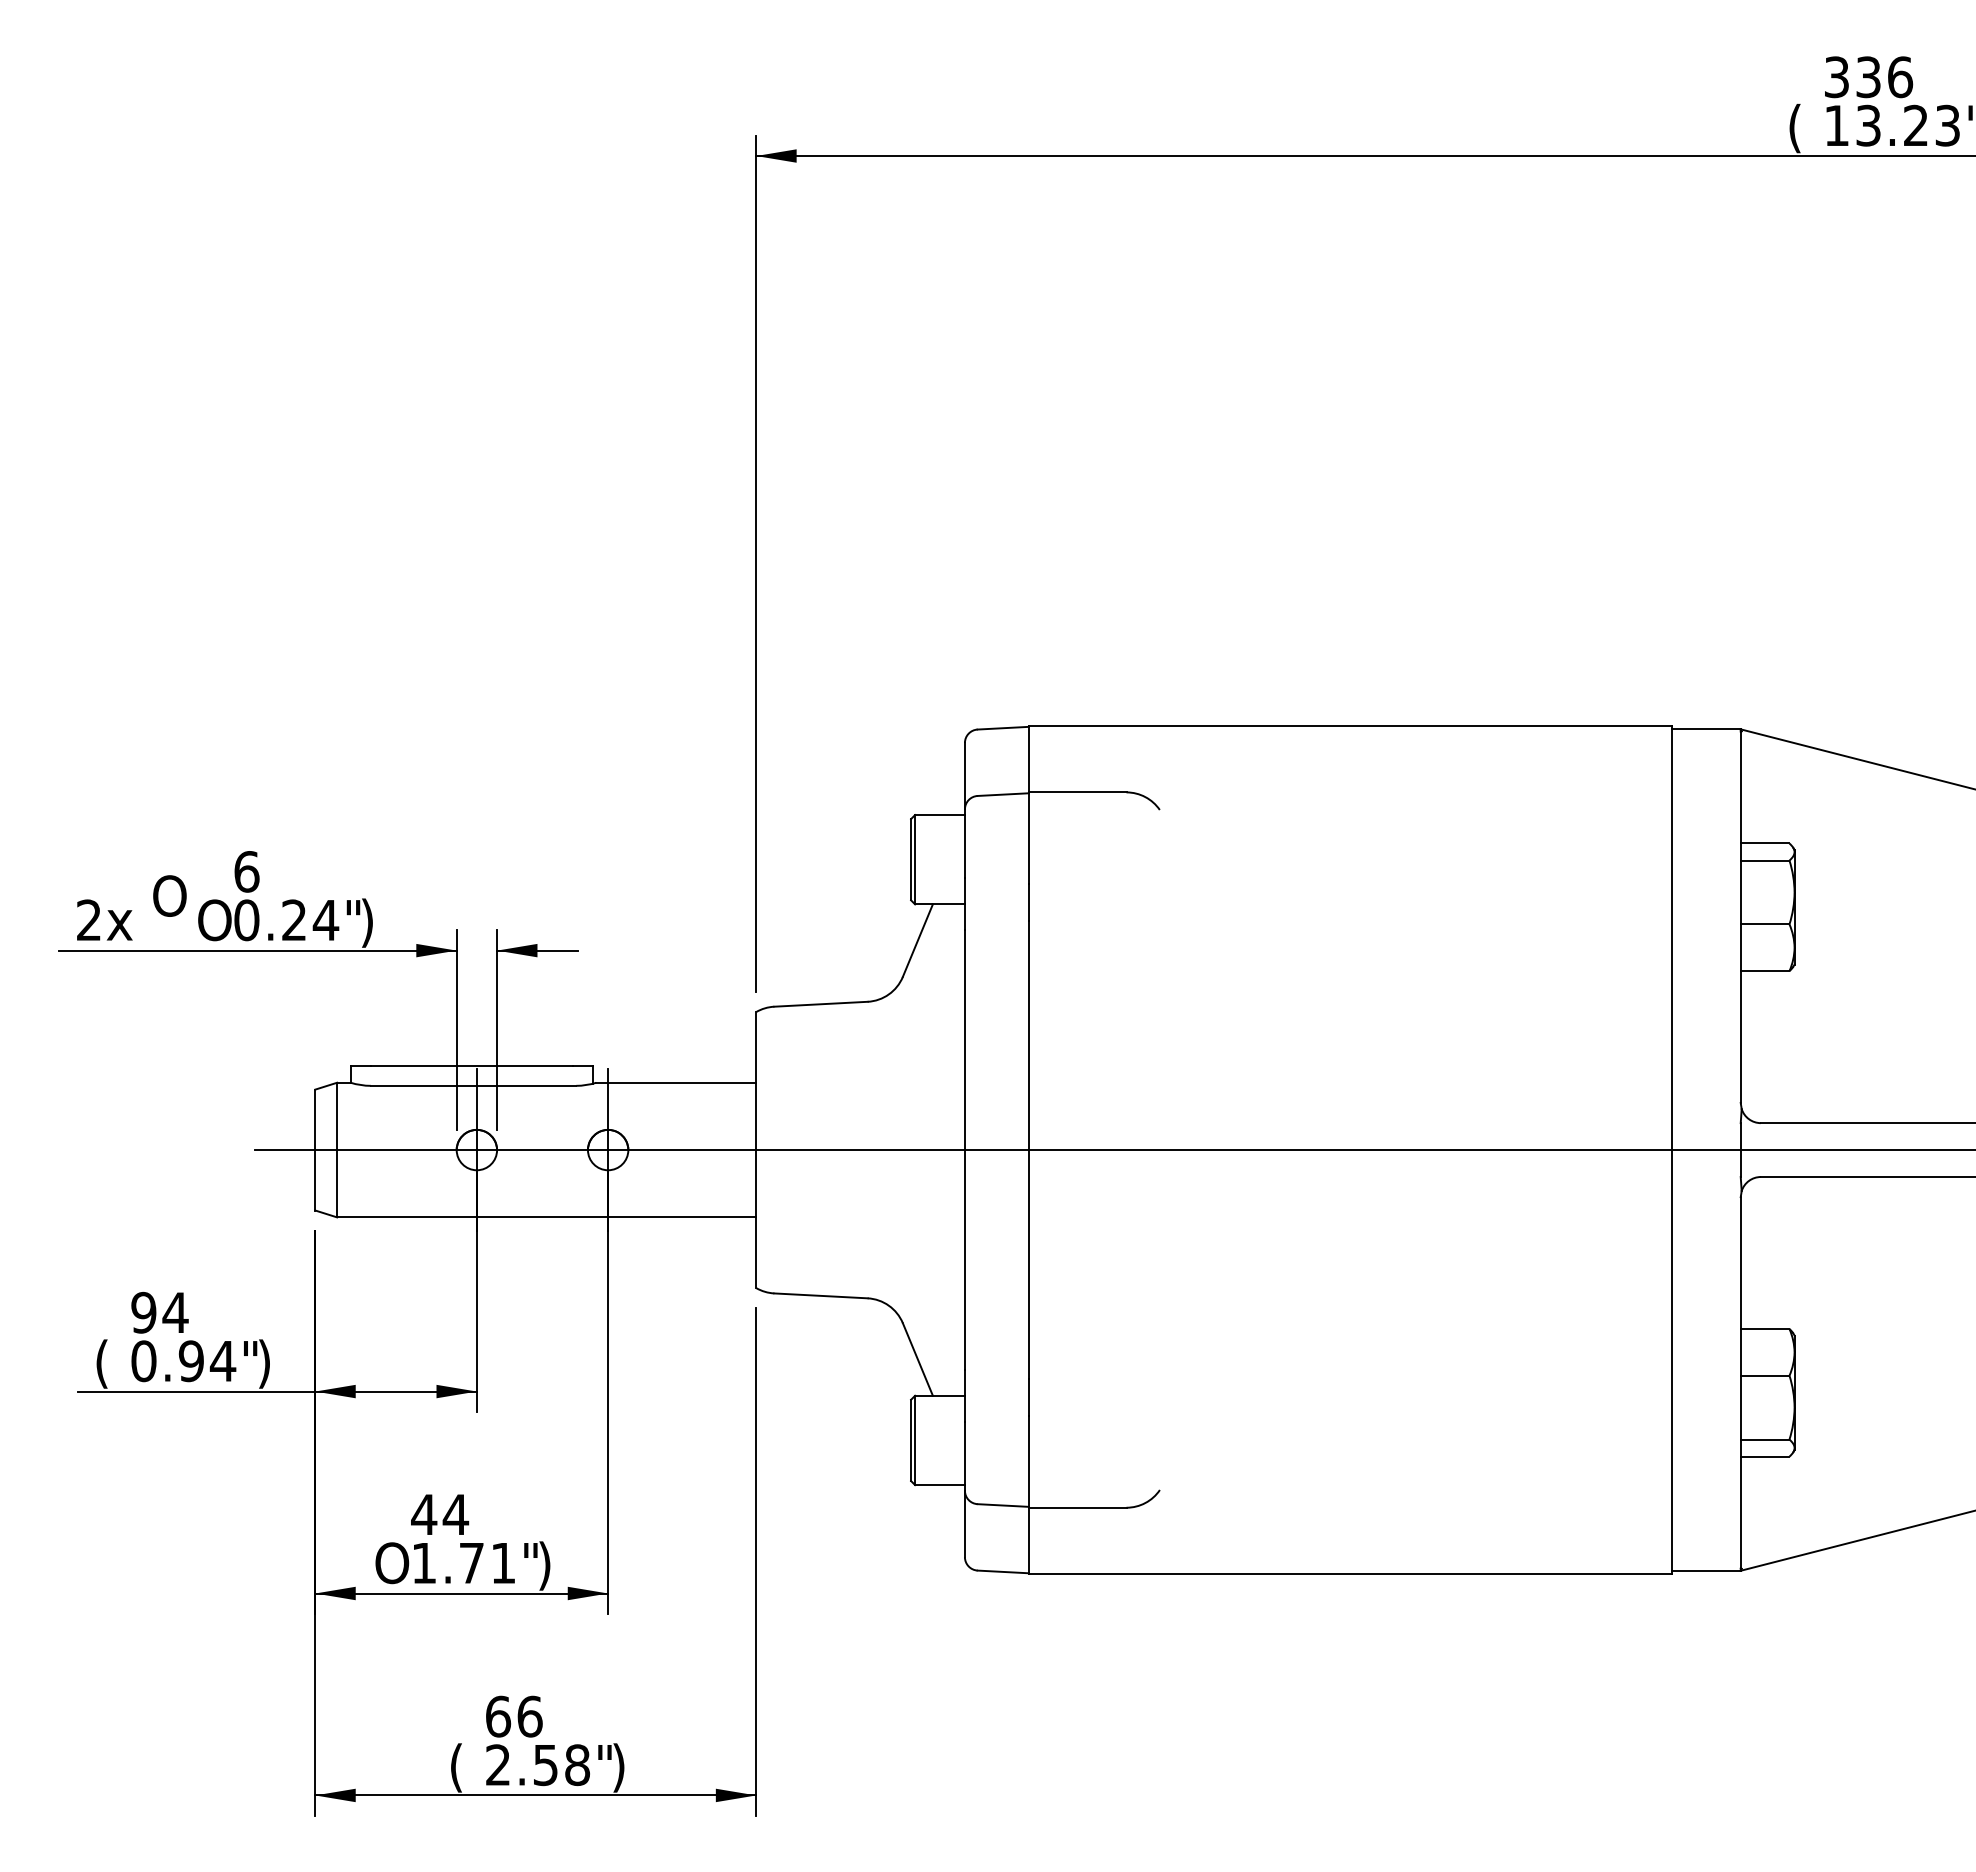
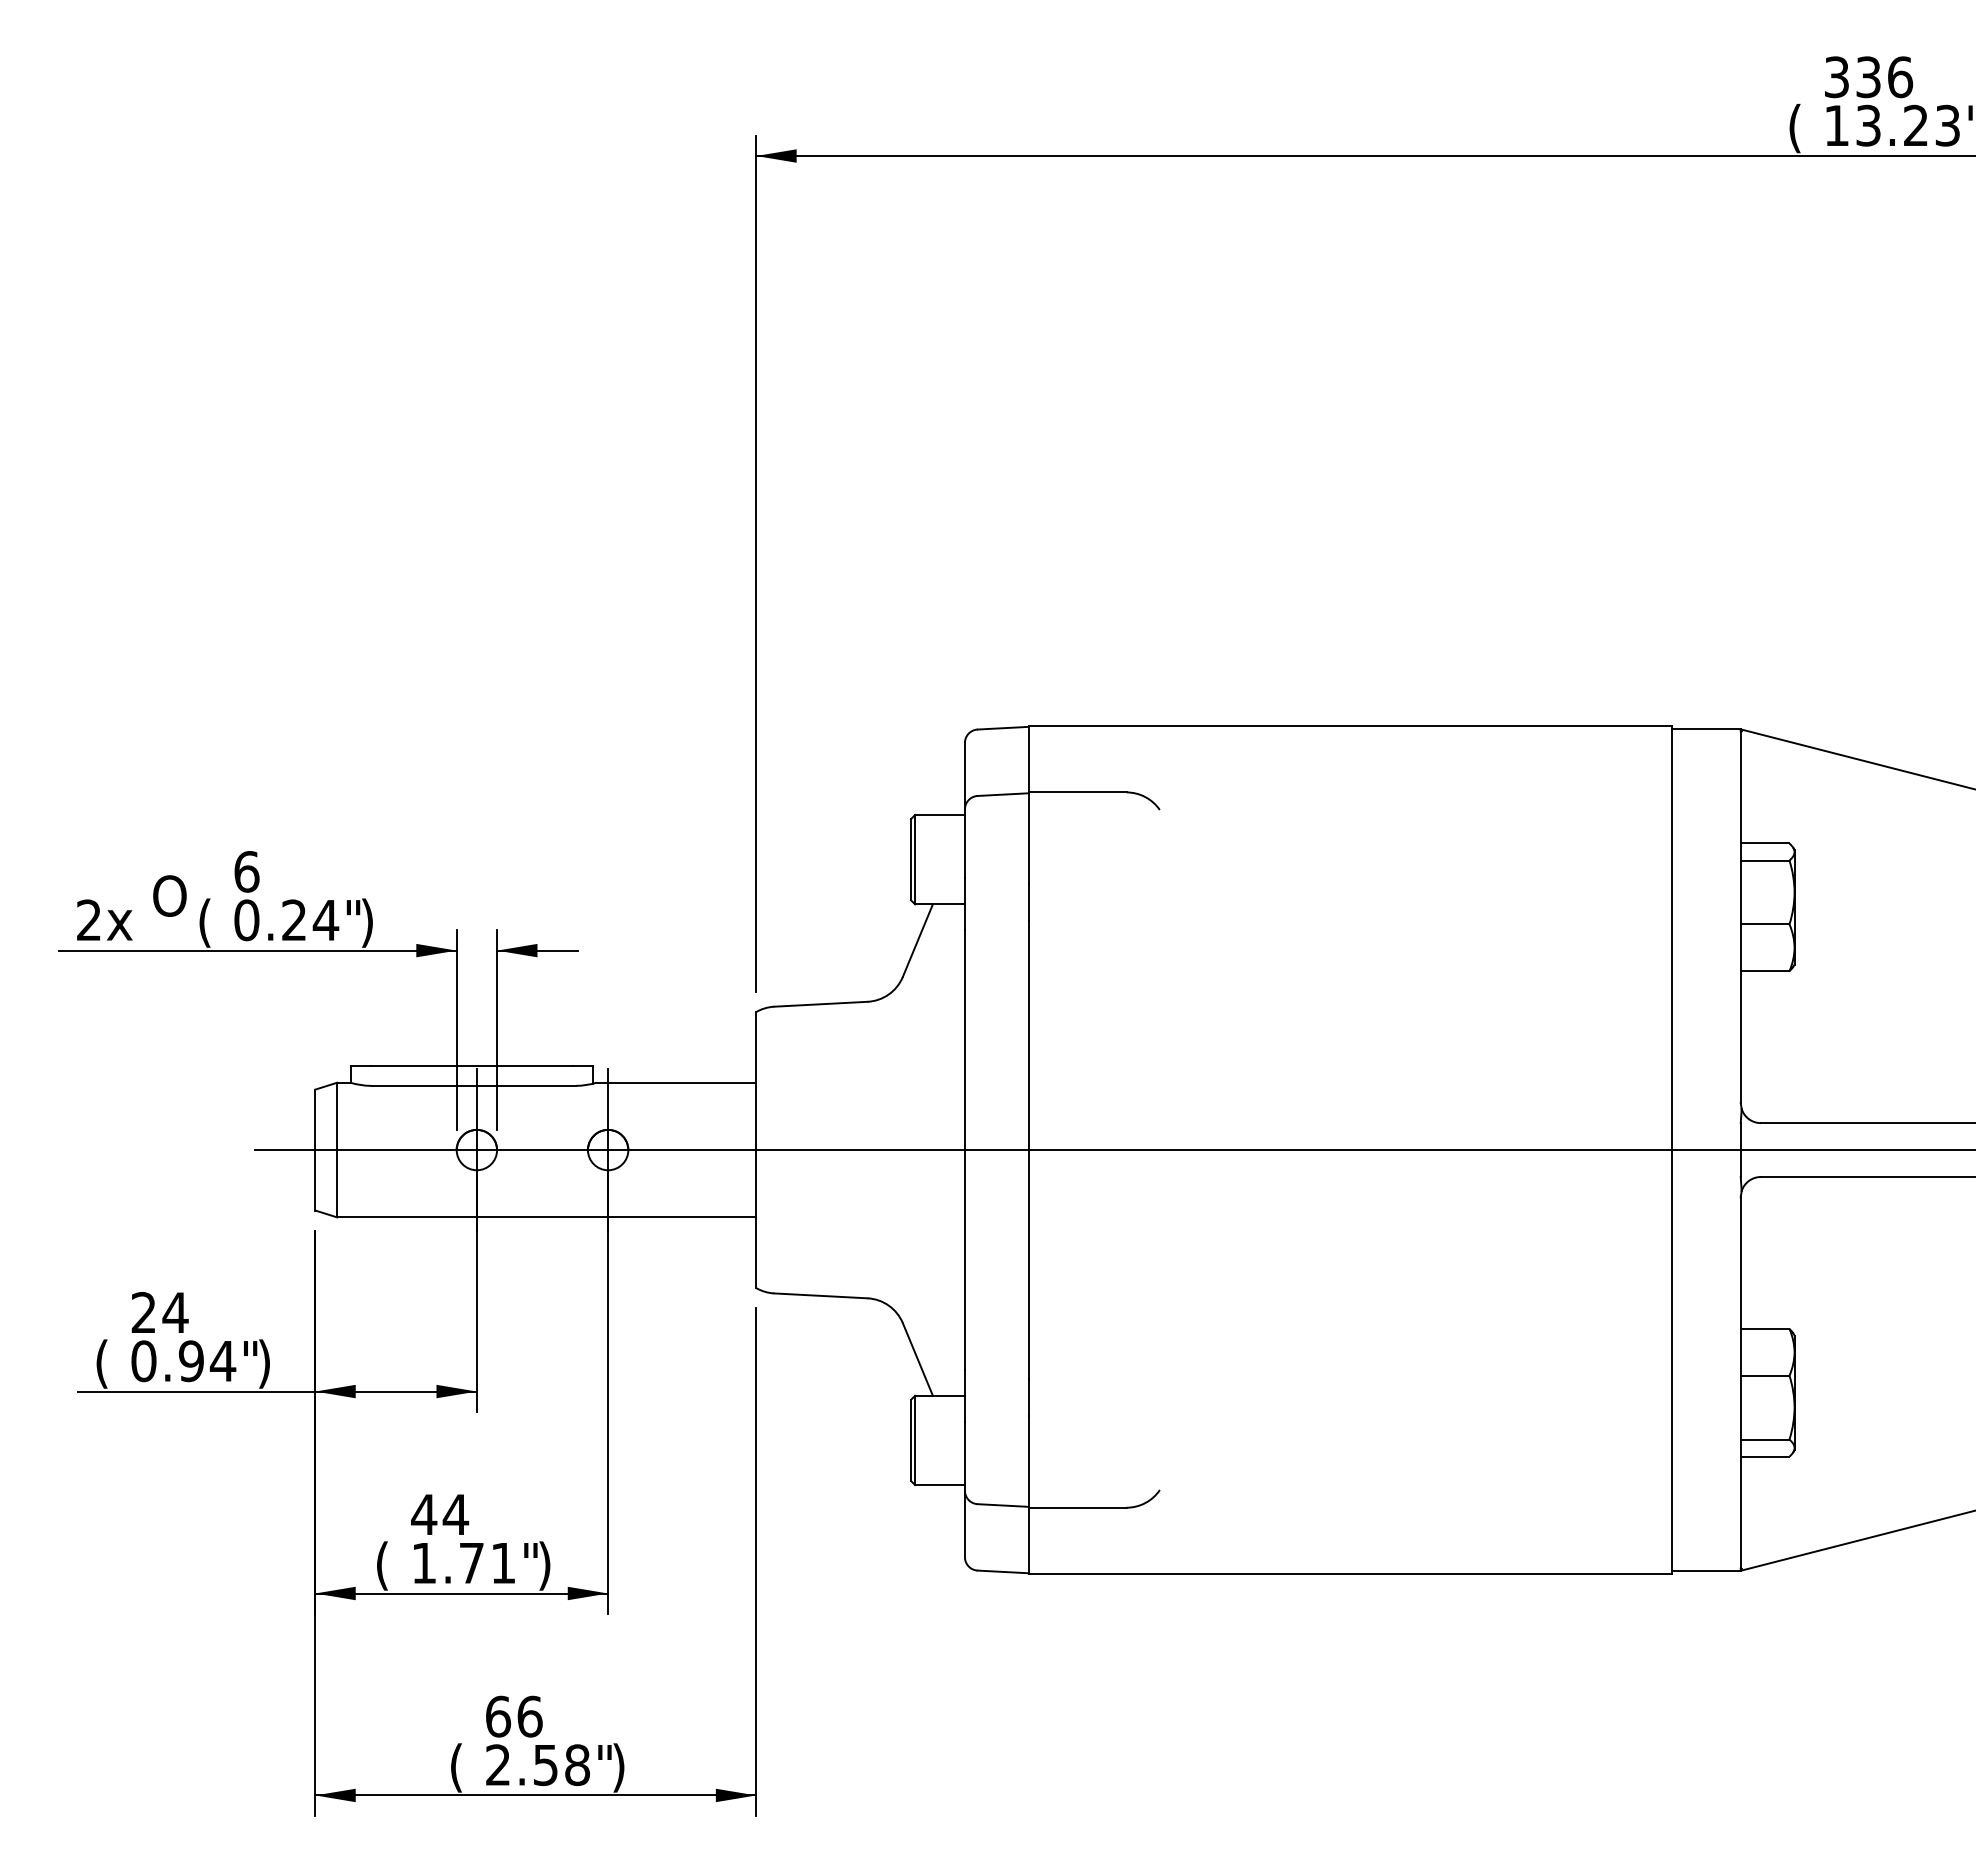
text at (214, 922): O -> (
text at (143, 1312): 94 -> 24
text at (392, 1565): O -> (
